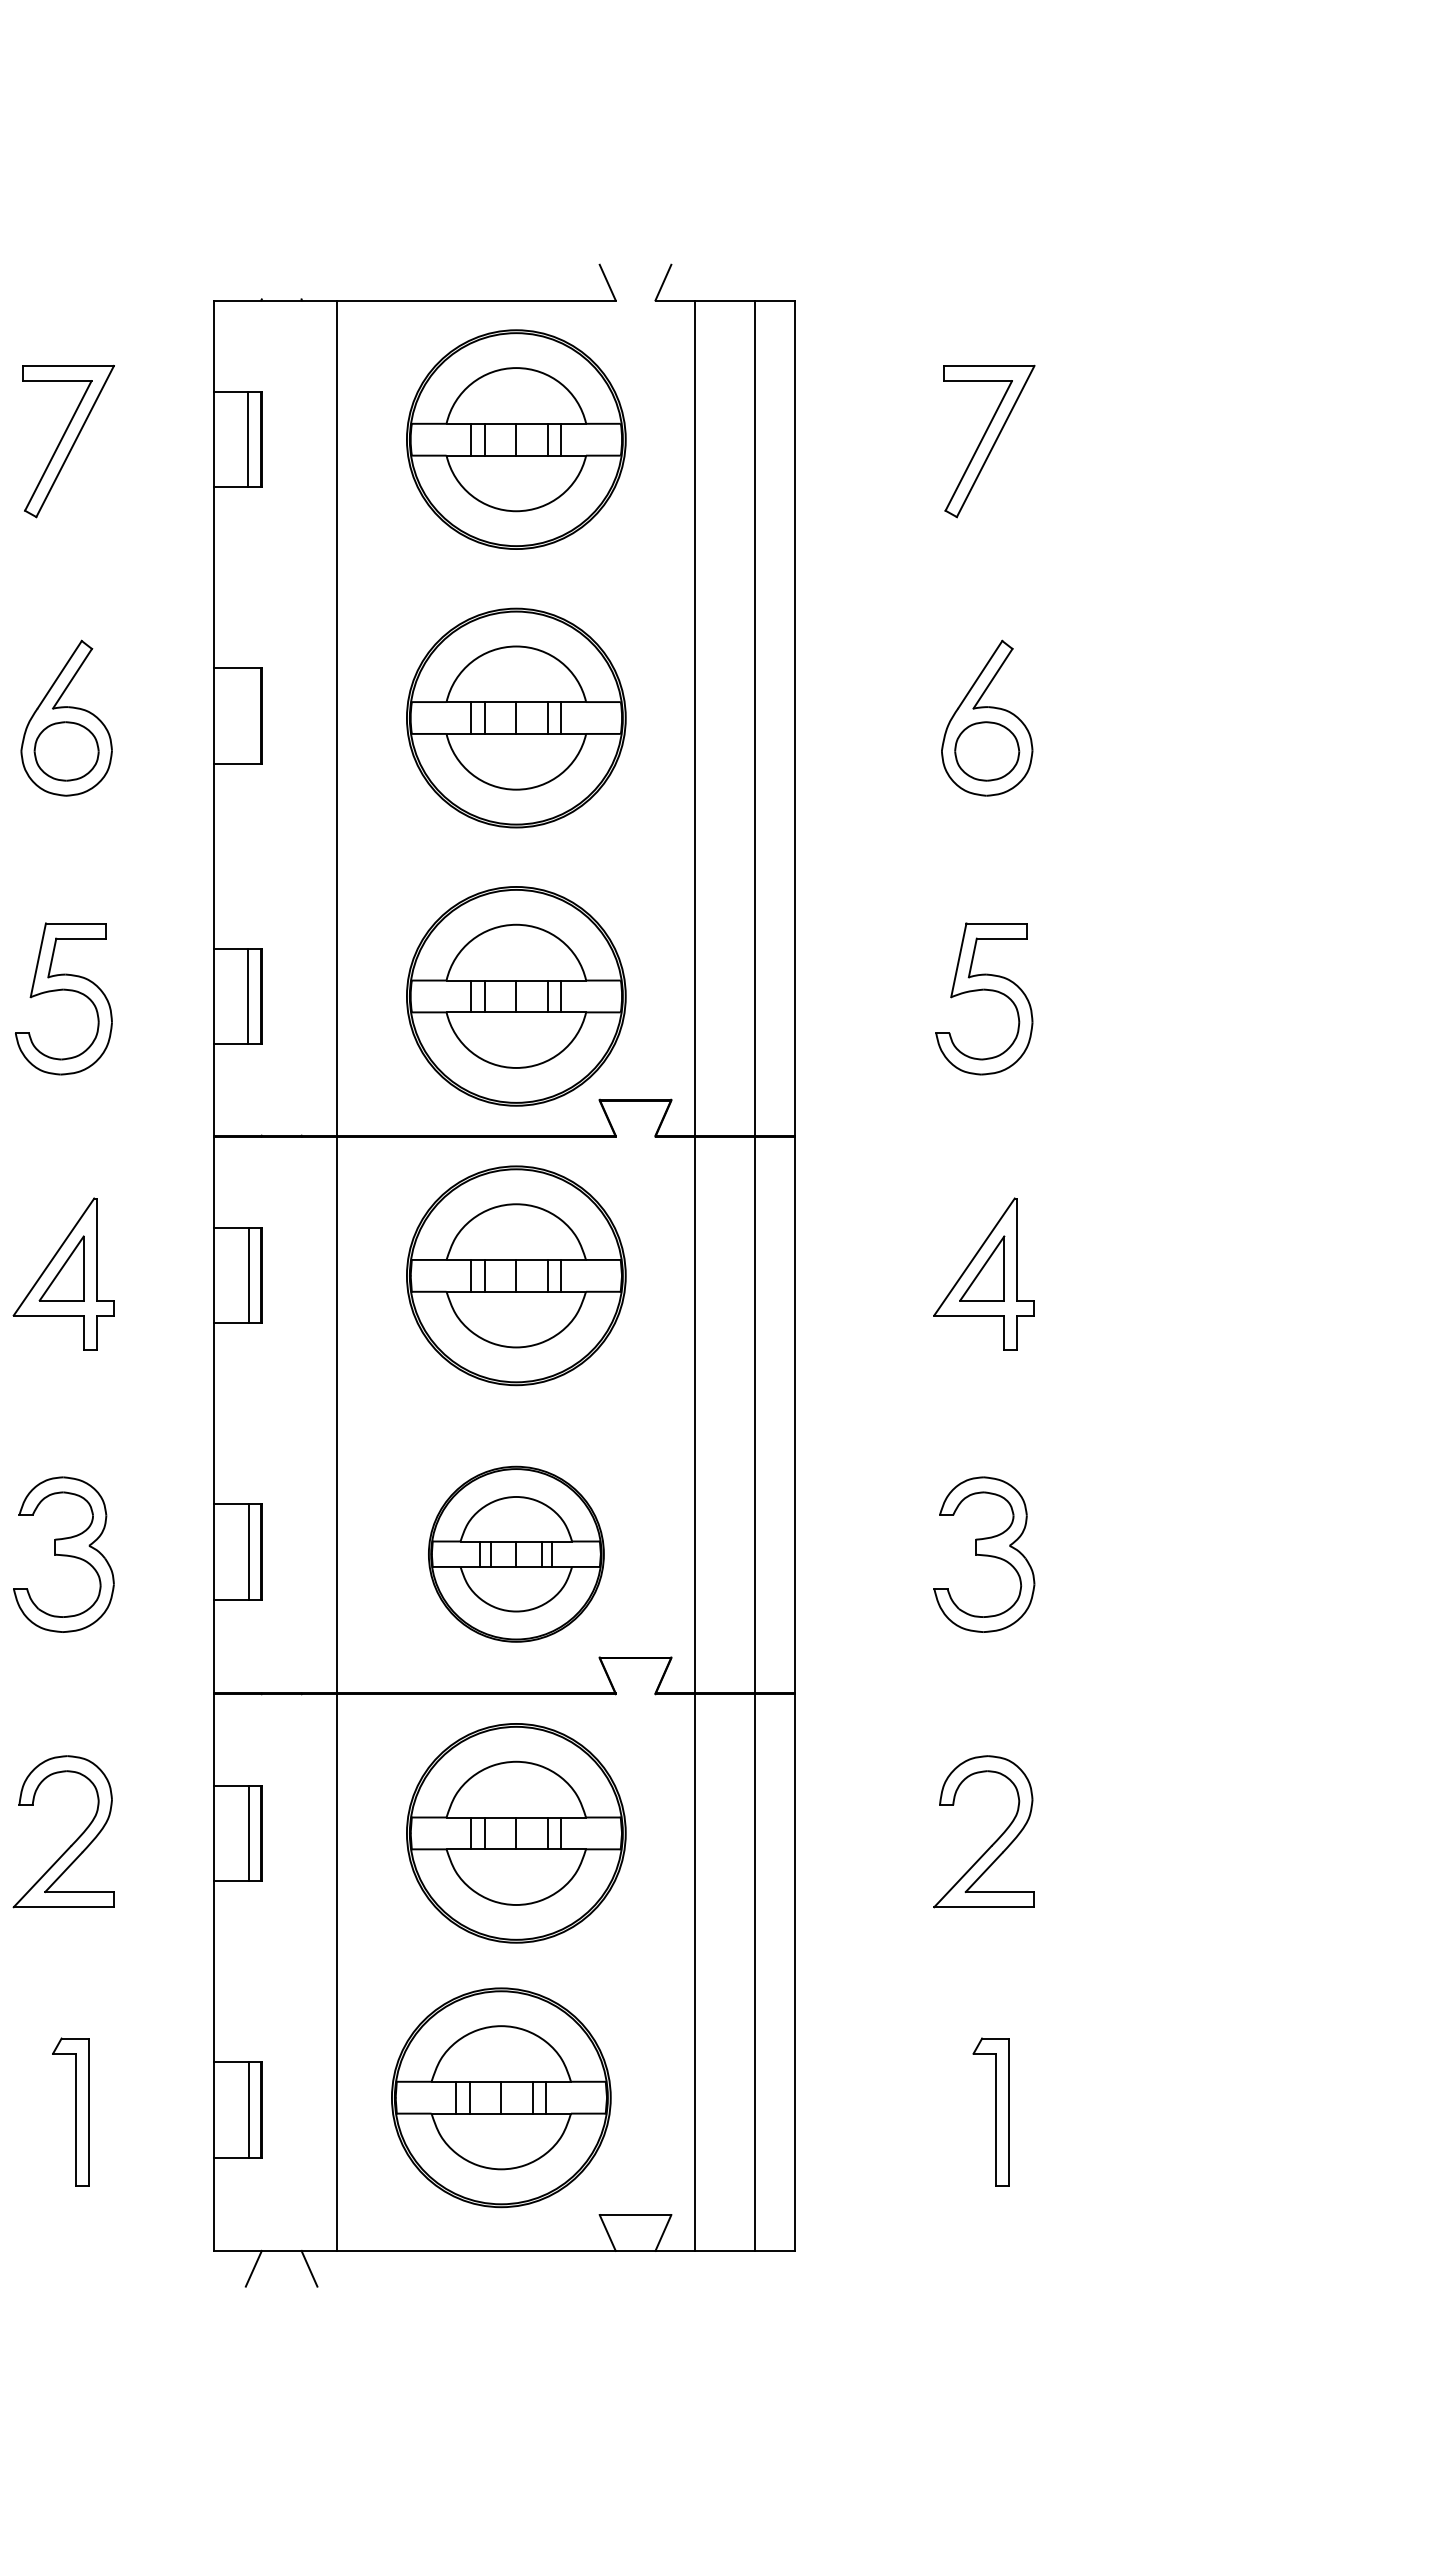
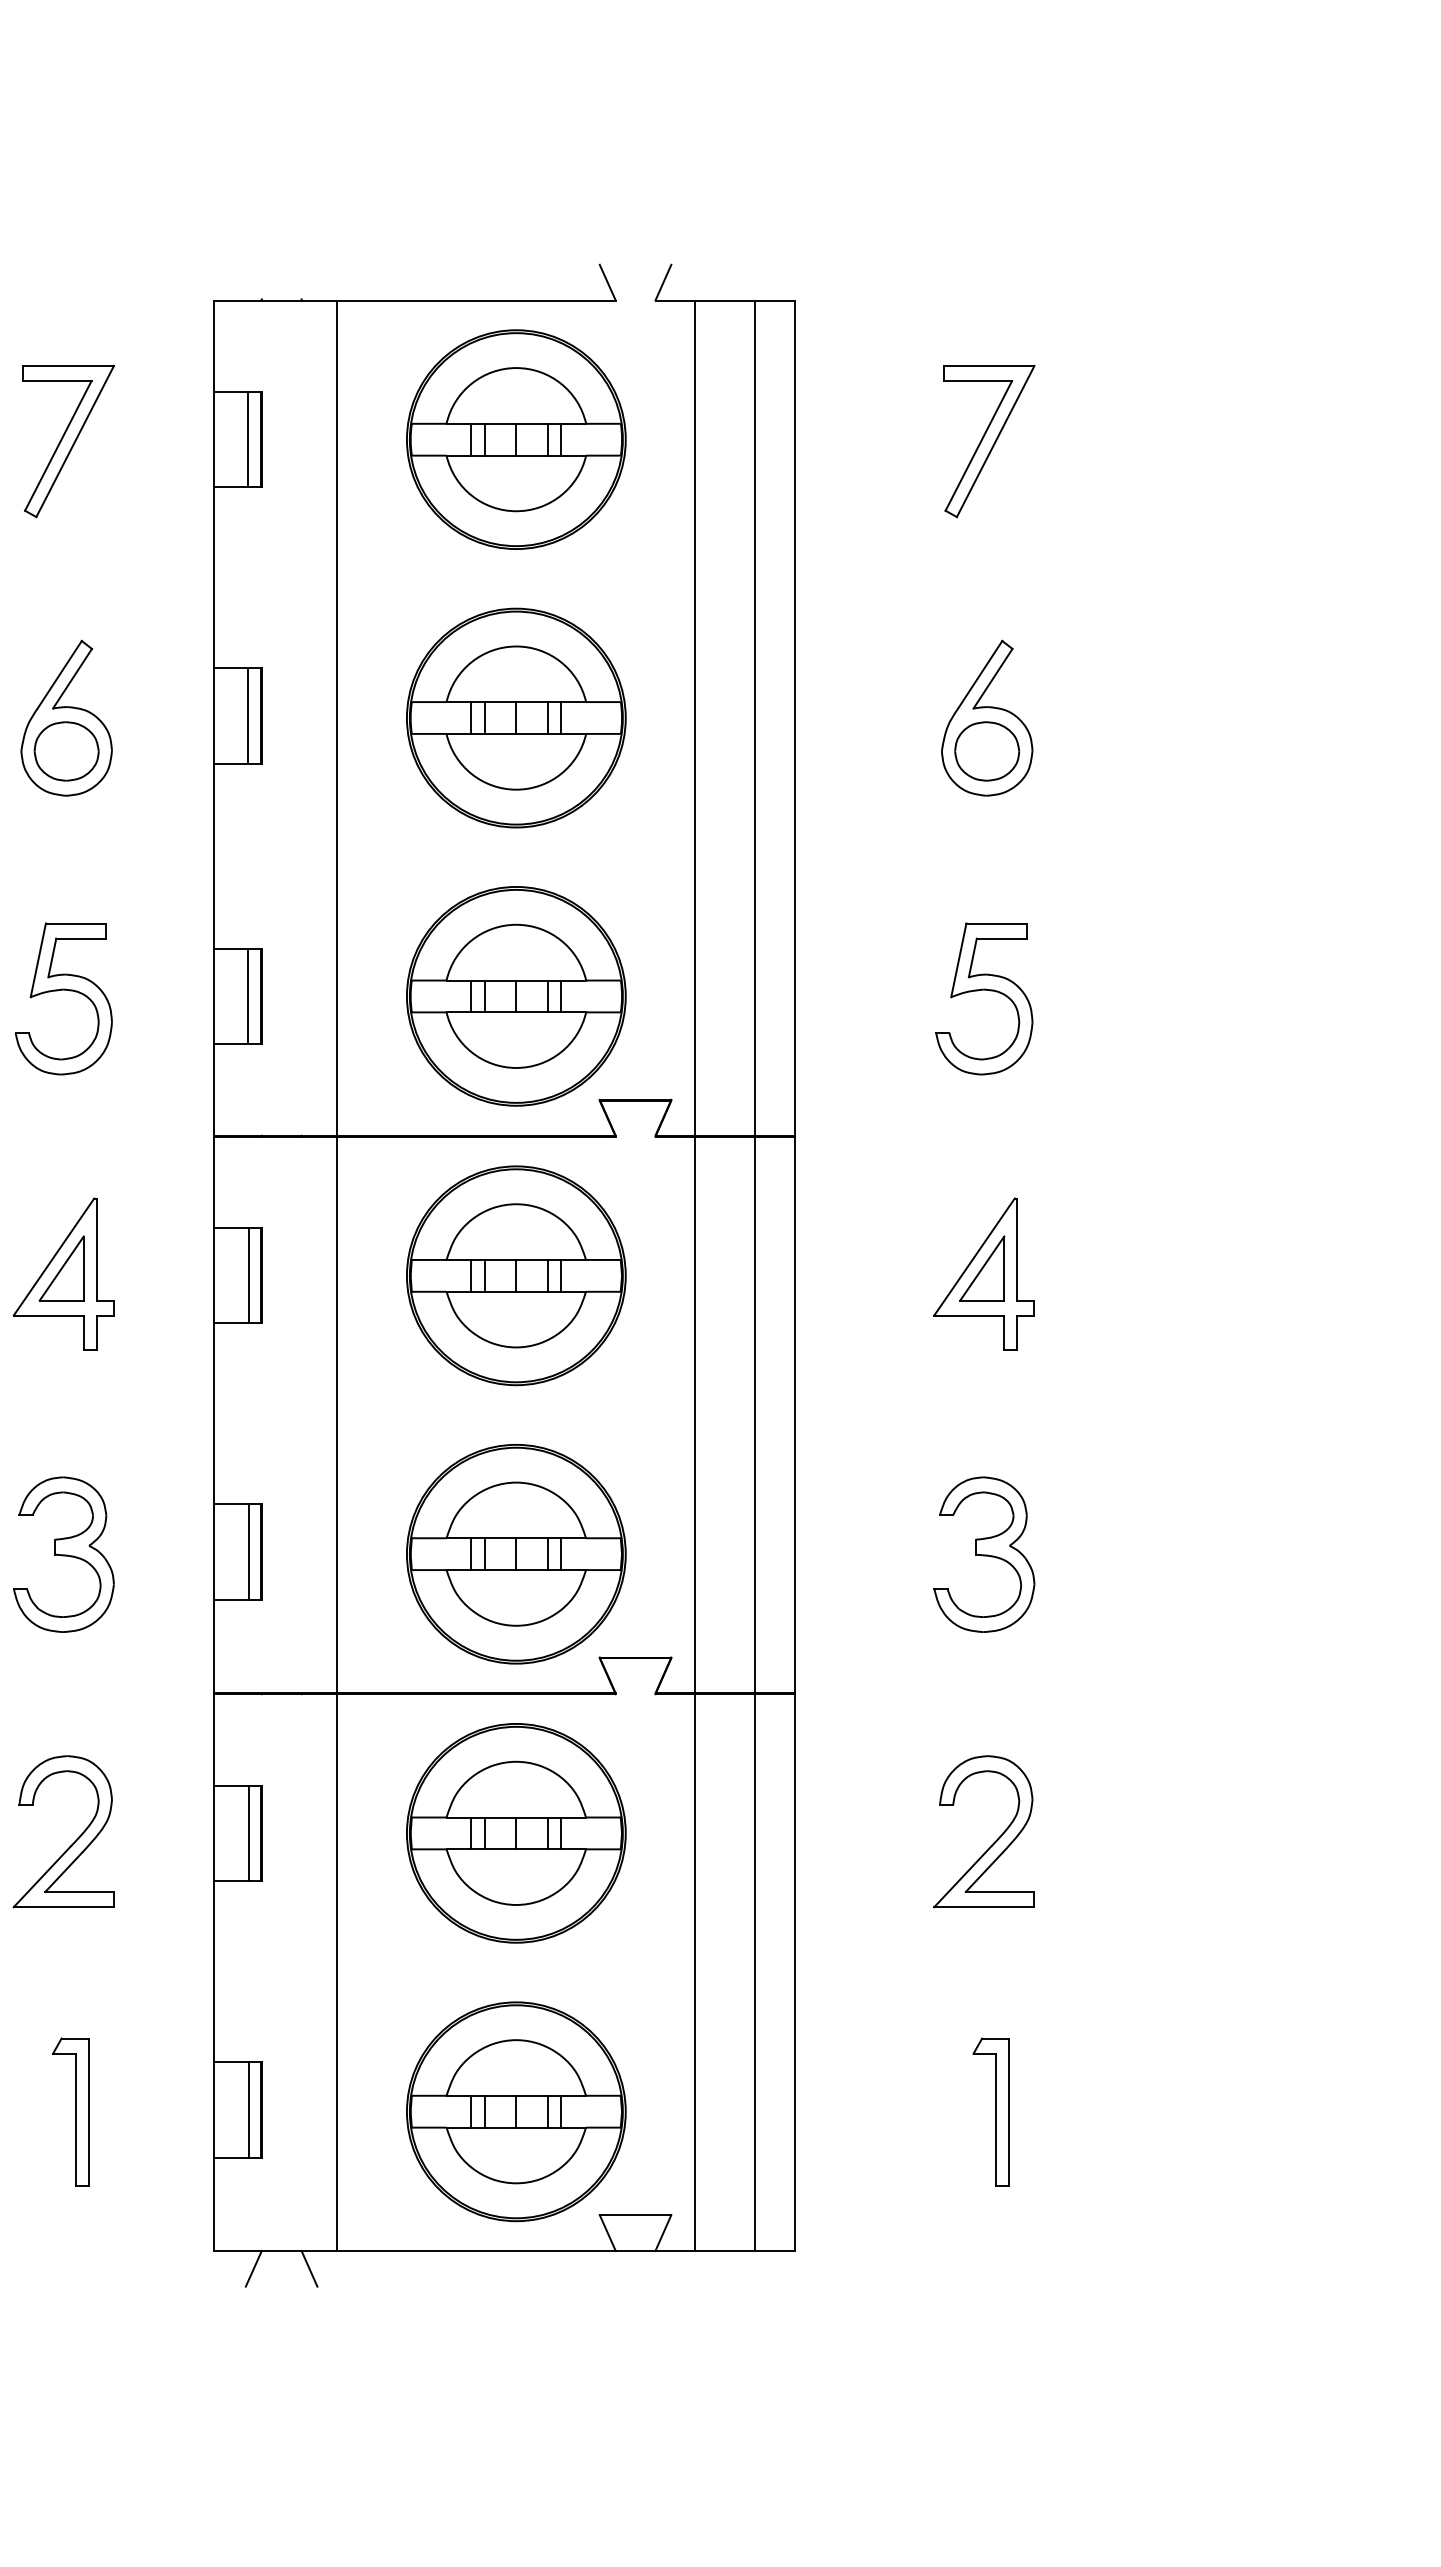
line at (247, 715): none -> present
part at (516, 1553) size: 177x178 px -> 221x221 px
part at (501, 2097) position: (501, 2097) -> (516, 2111)
